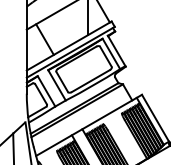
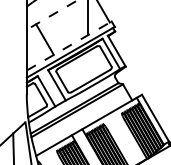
line at (51, 15): solid -> dashed
line at (69, 45): solid -> dashed
